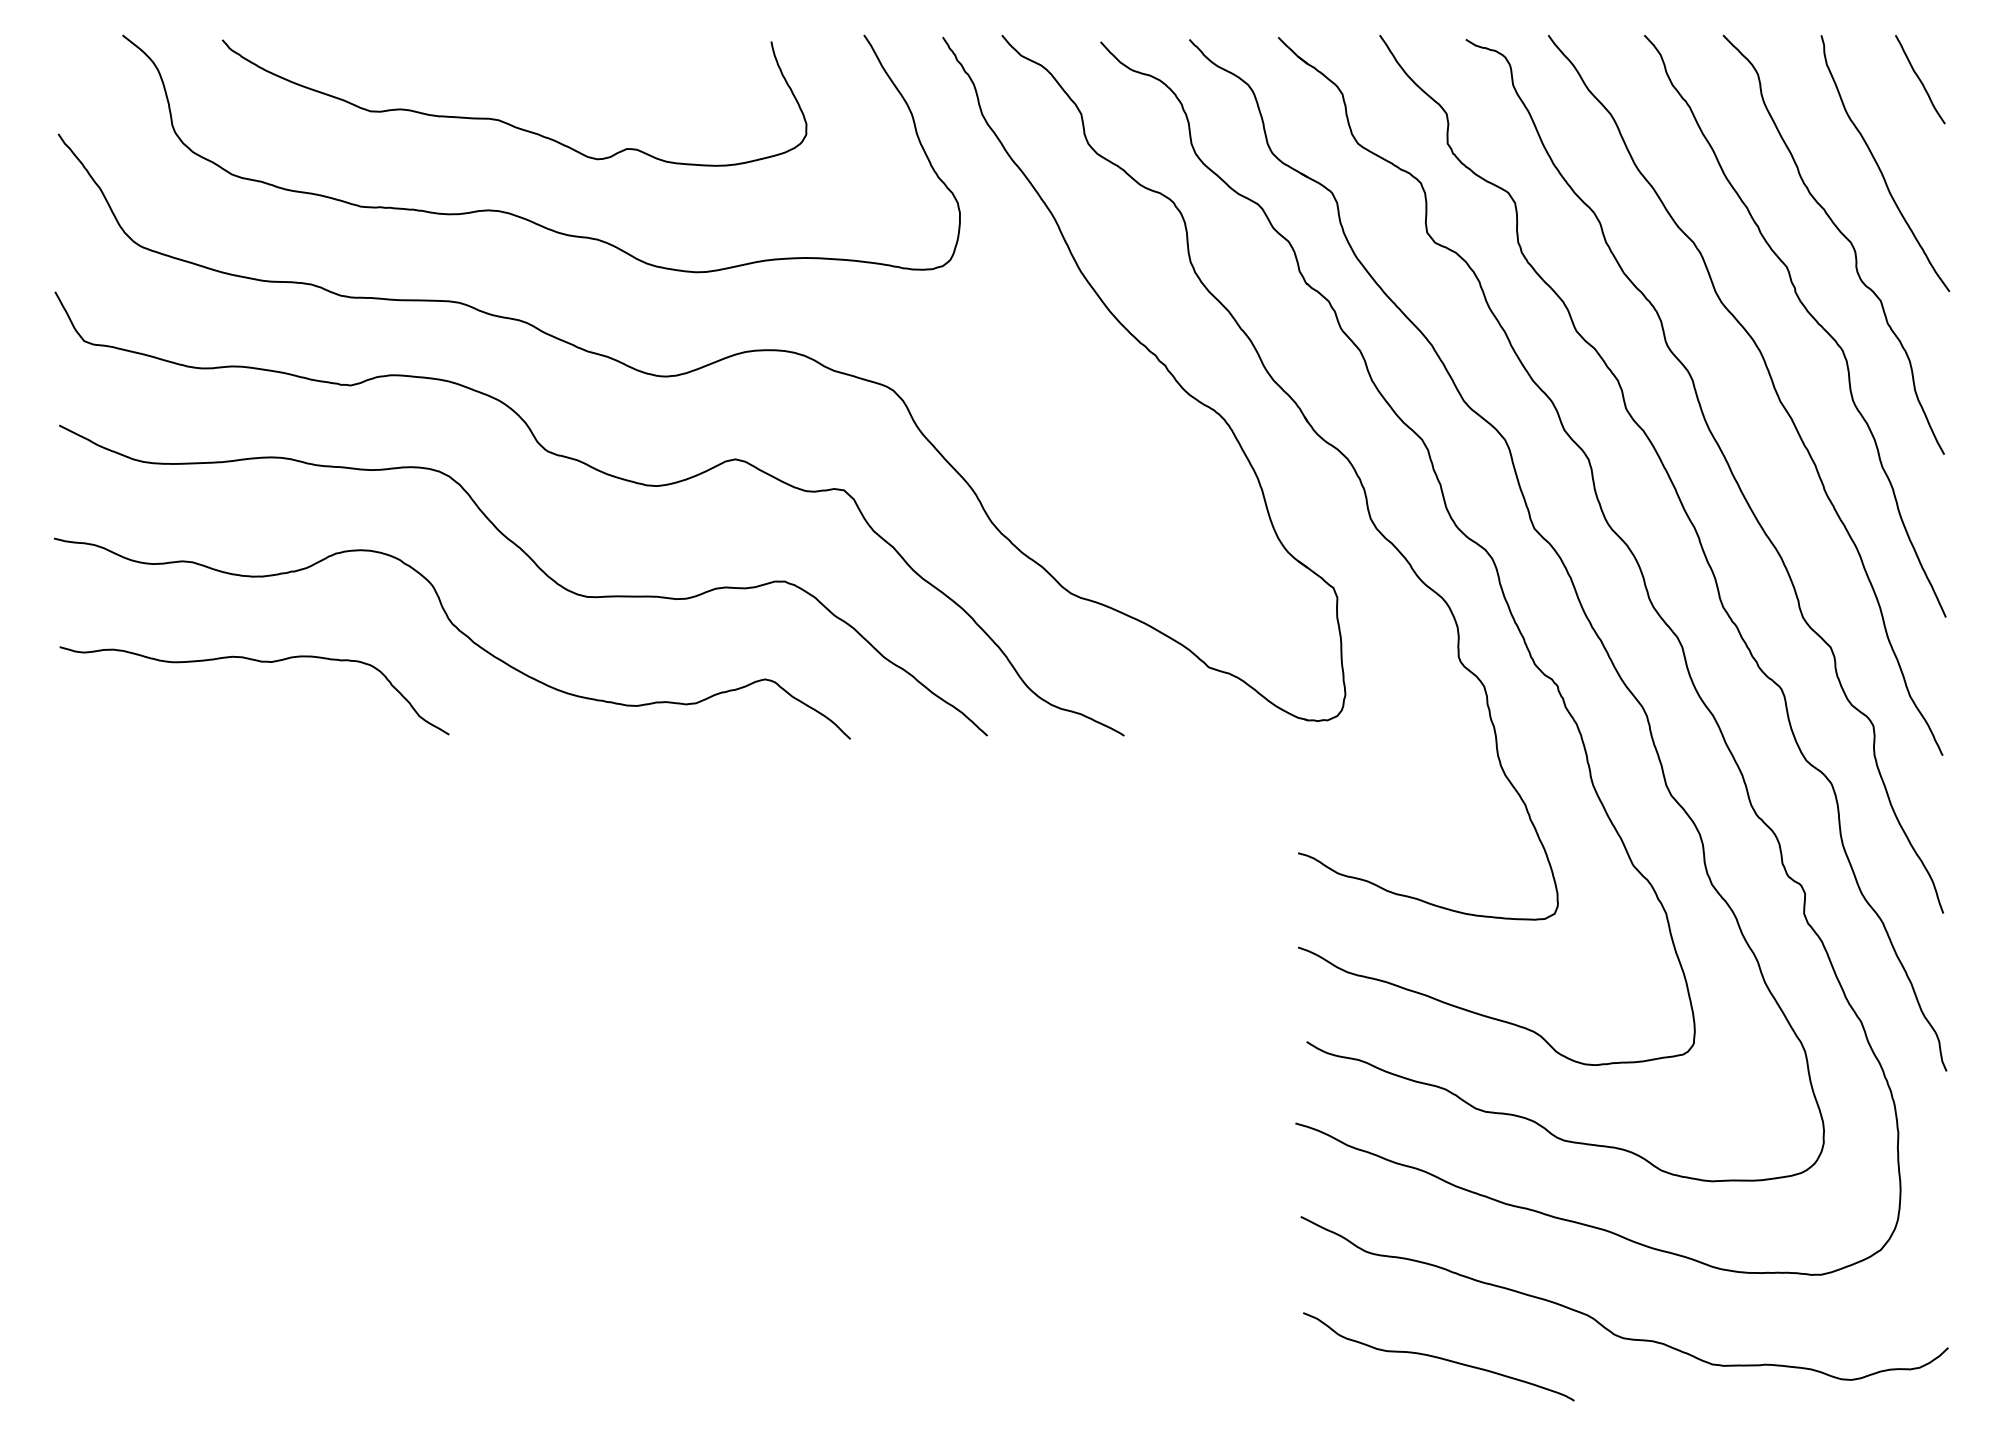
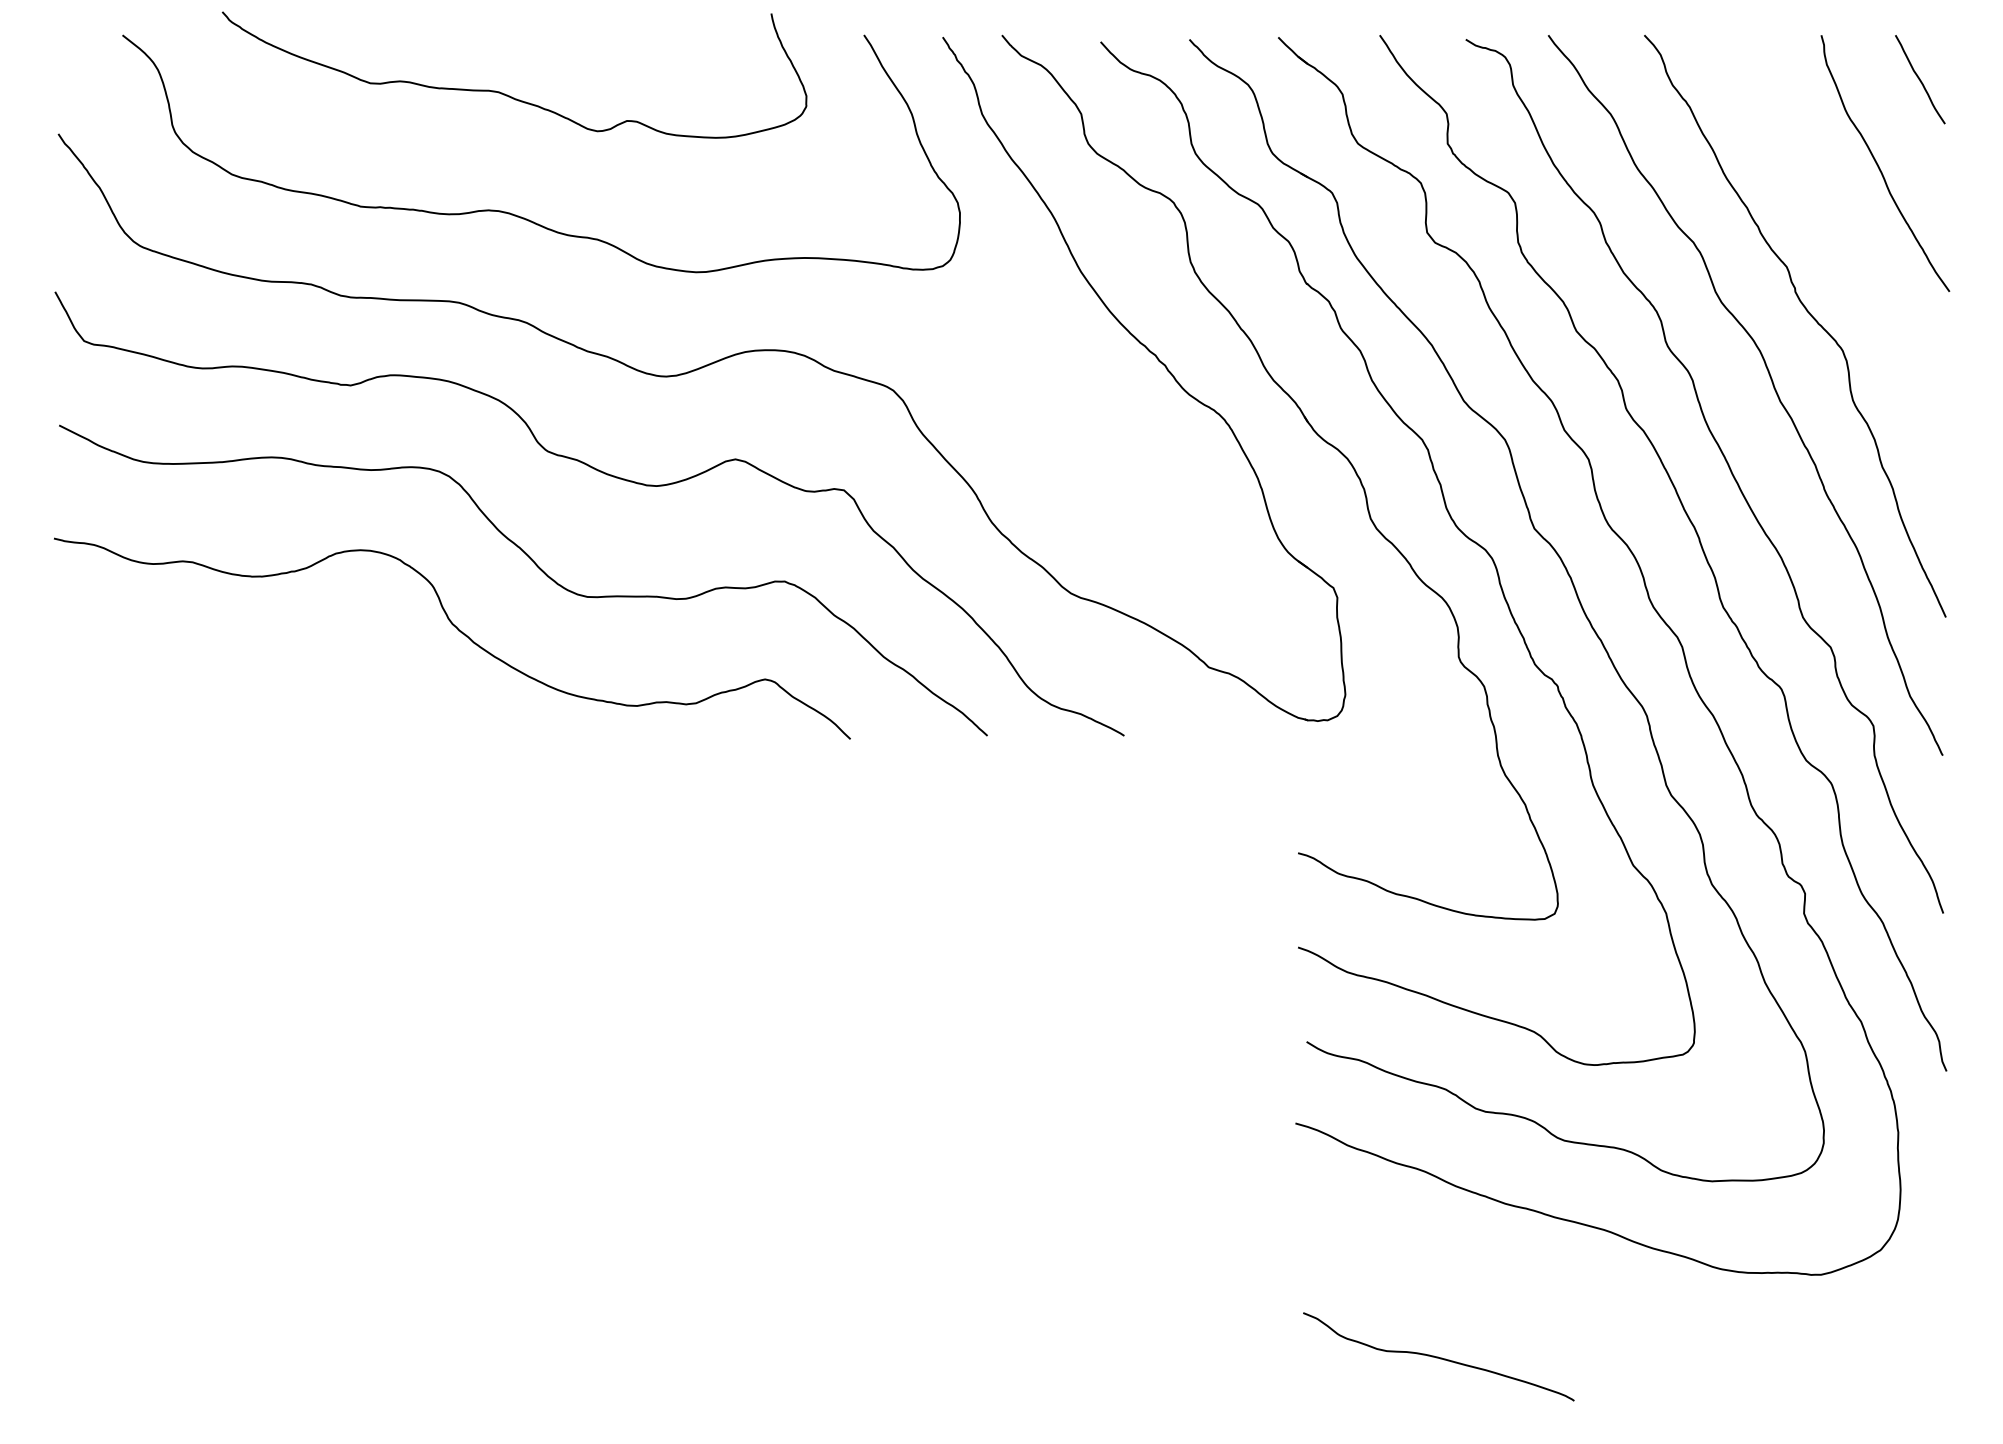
curve at (507, 122) position: (507, 122) -> (507, 94)
curve at (1842, 235): present -> none
curve at (259, 662): present -> none
curve at (1601, 1323): present -> none
